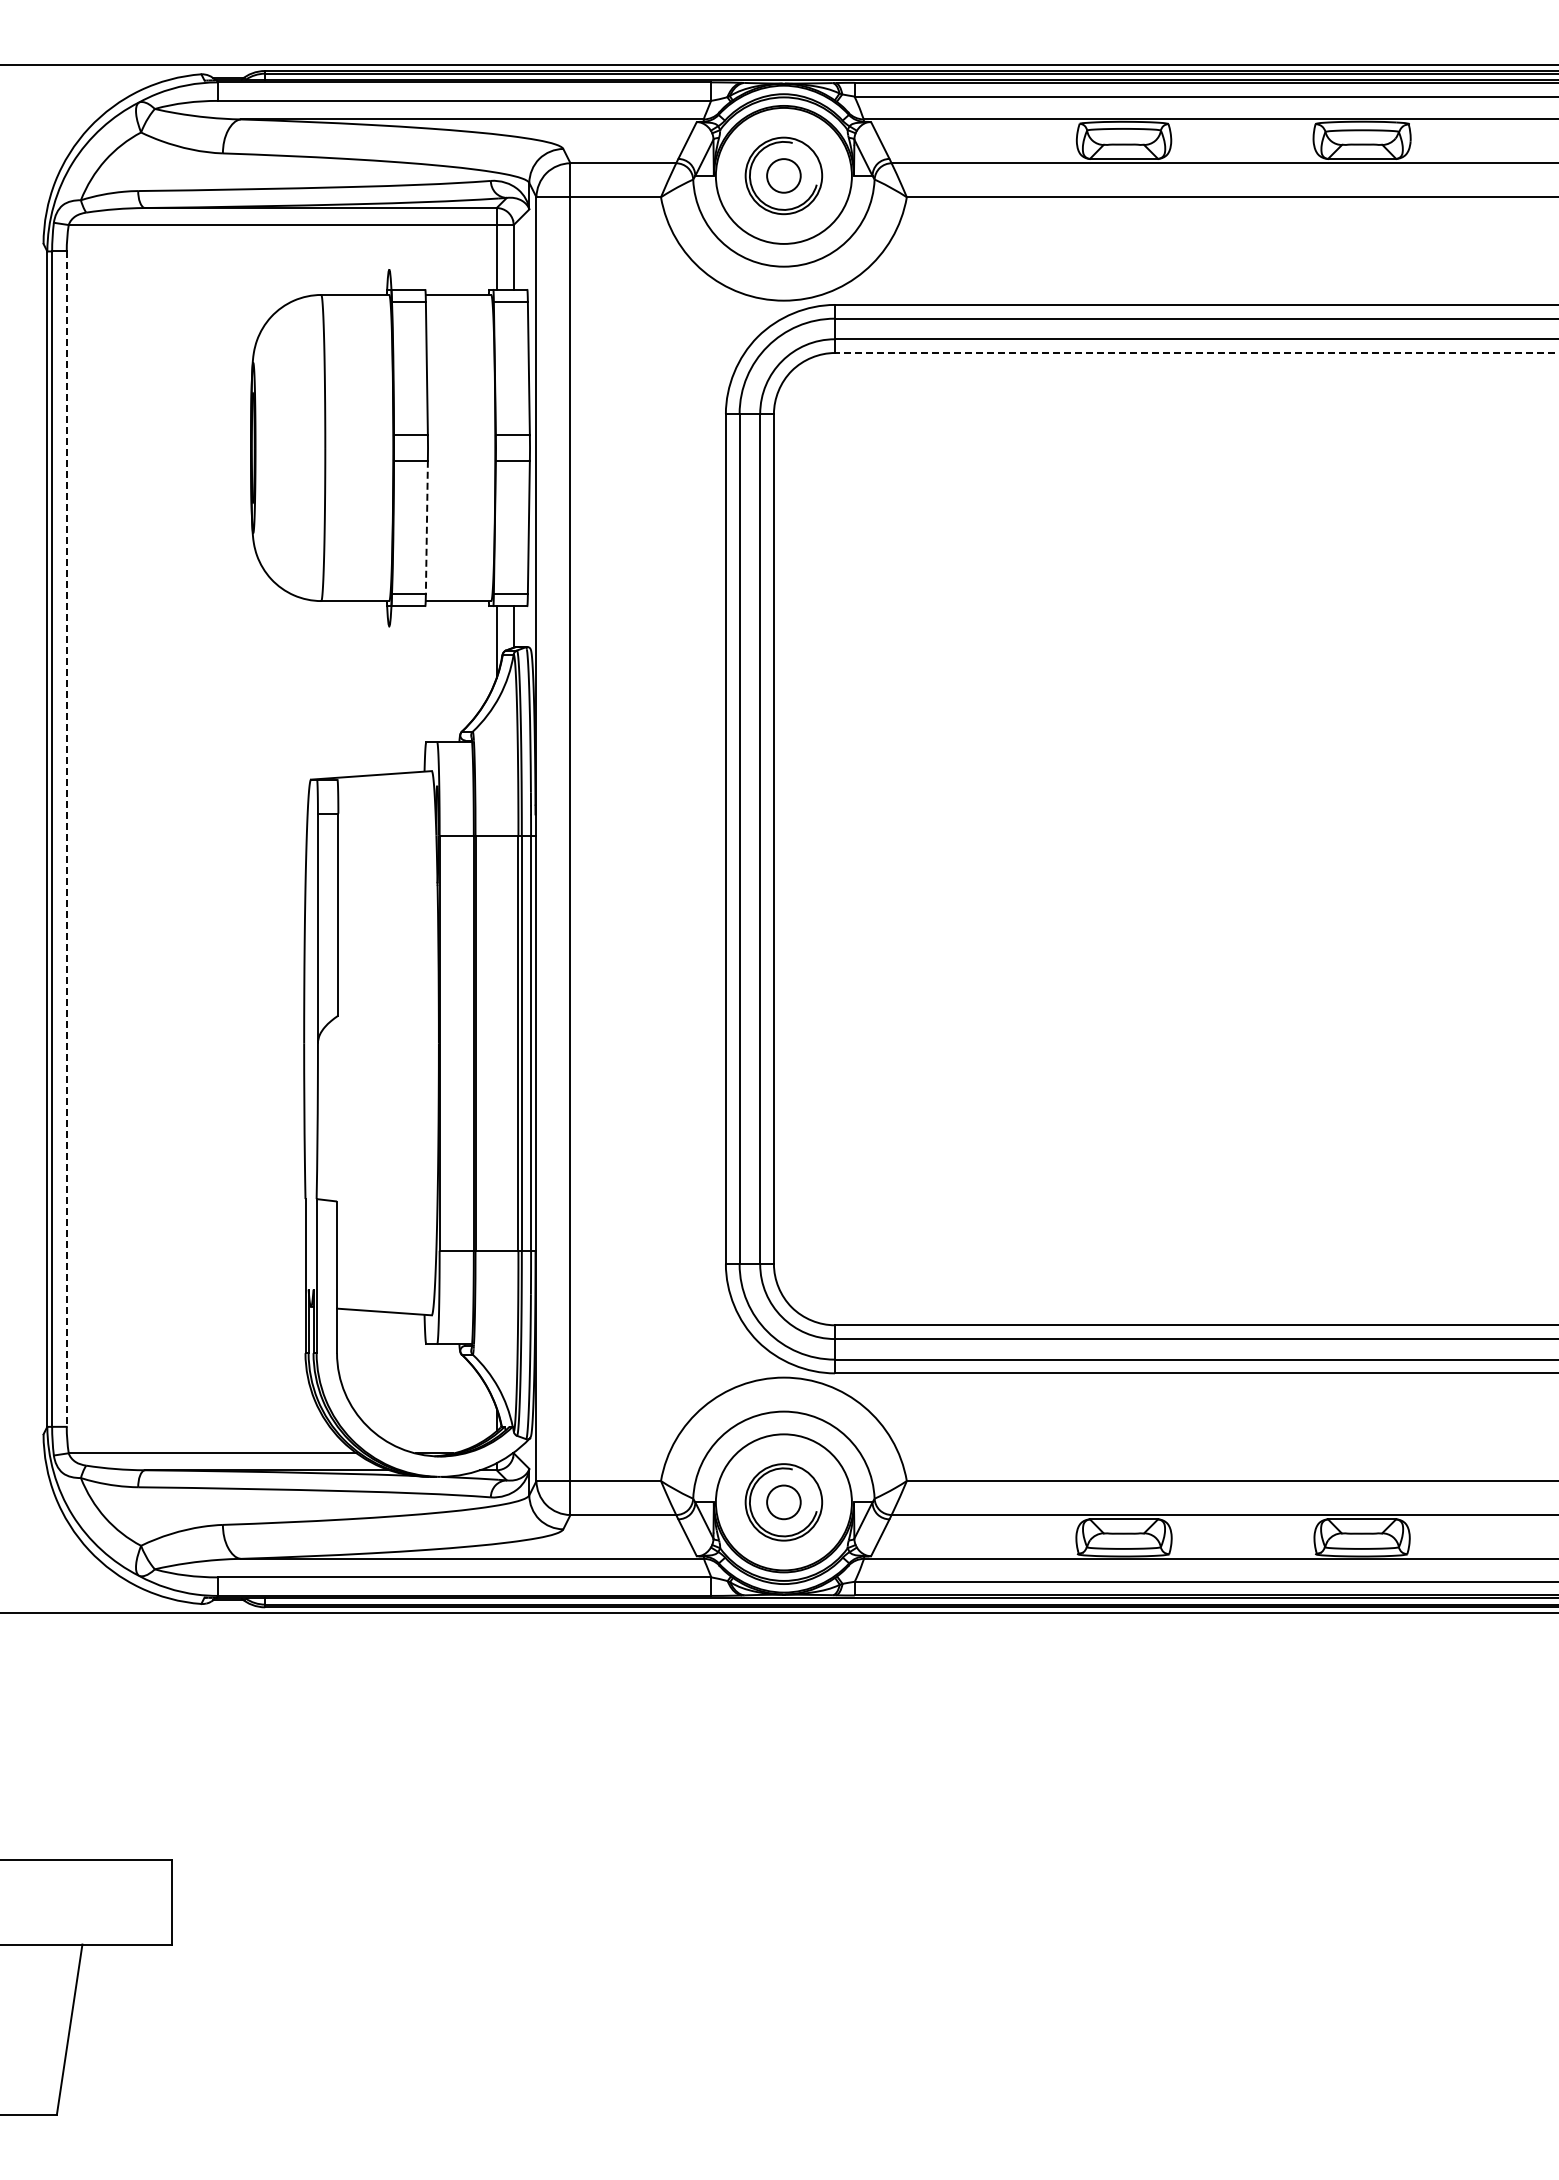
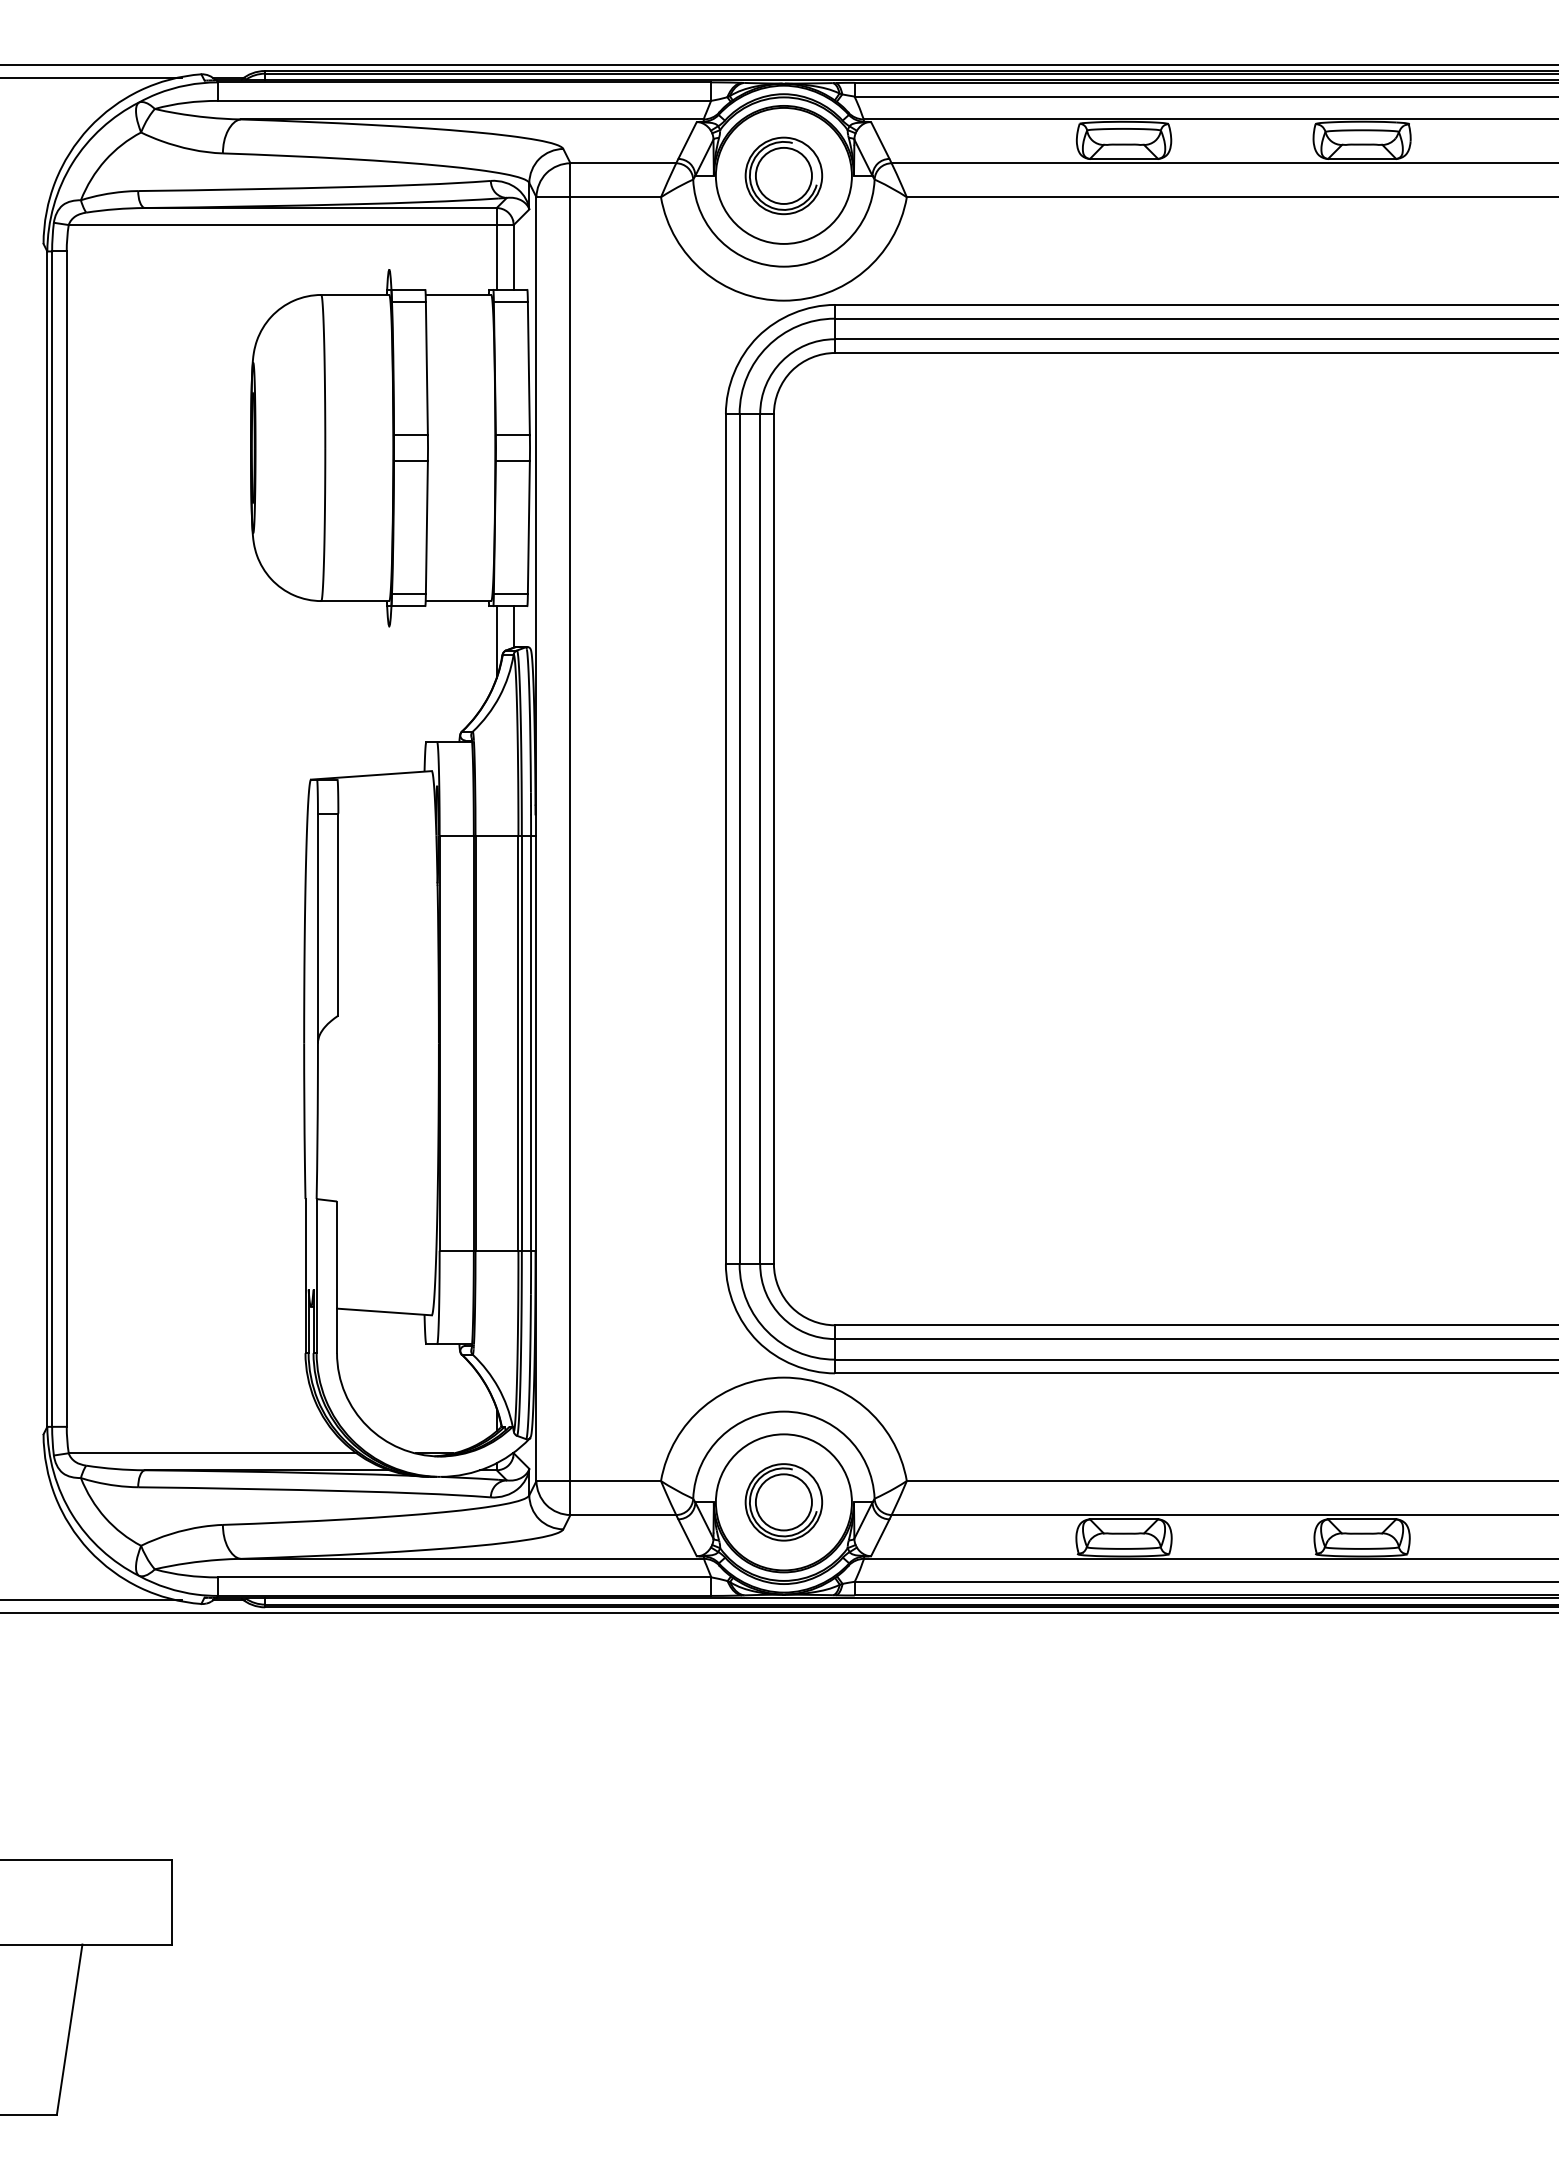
line at (92, 78): none -> present
circle at (783, 175) diameter: 34 px -> 56 px
line at (1196, 353): dashed -> solid
line at (426, 527): dashed -> solid
line at (66, 839): dashed -> solid
circle at (783, 1502) diameter: 34 px -> 56 px
line at (92, 1600): none -> present
